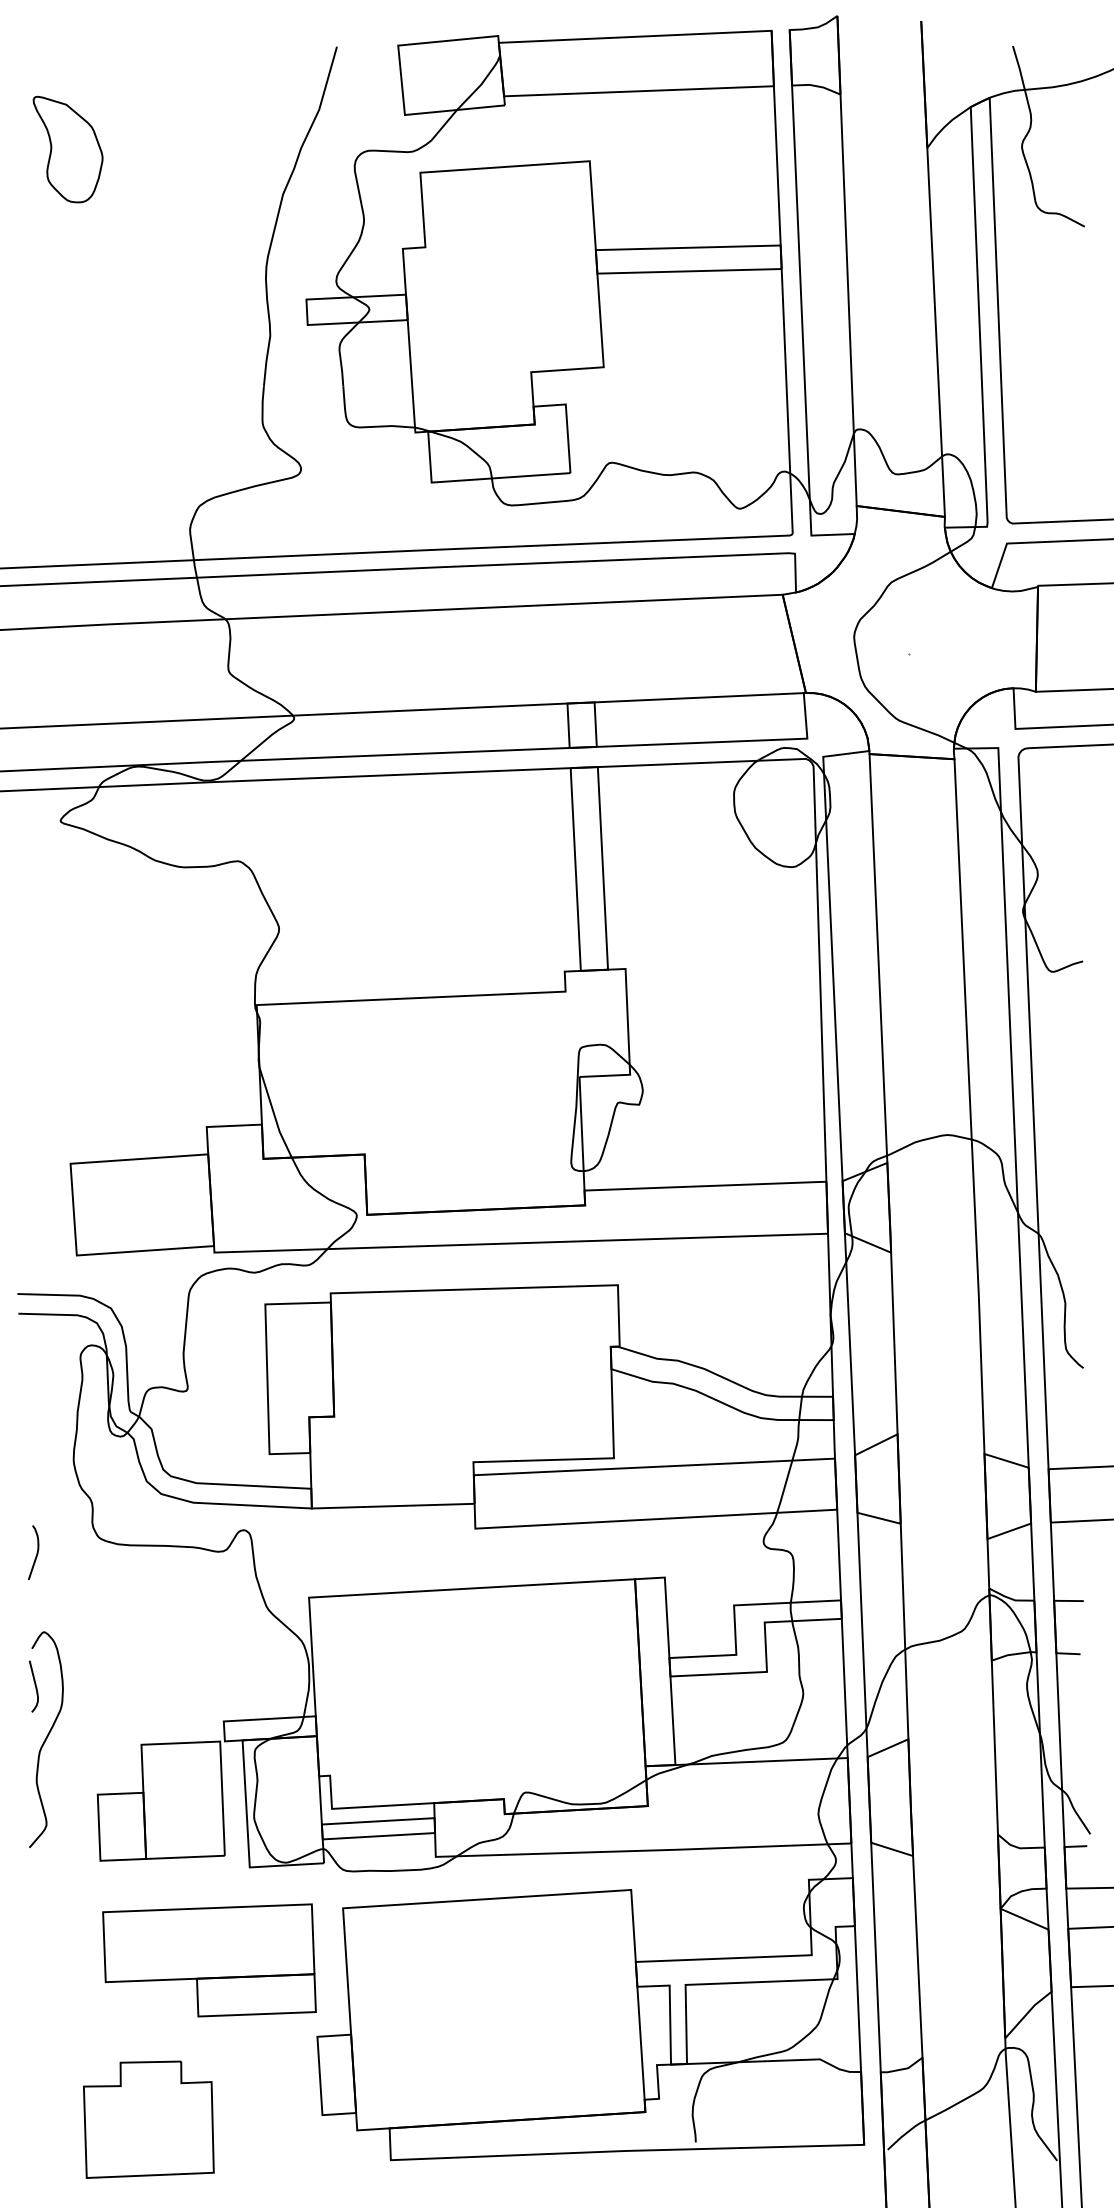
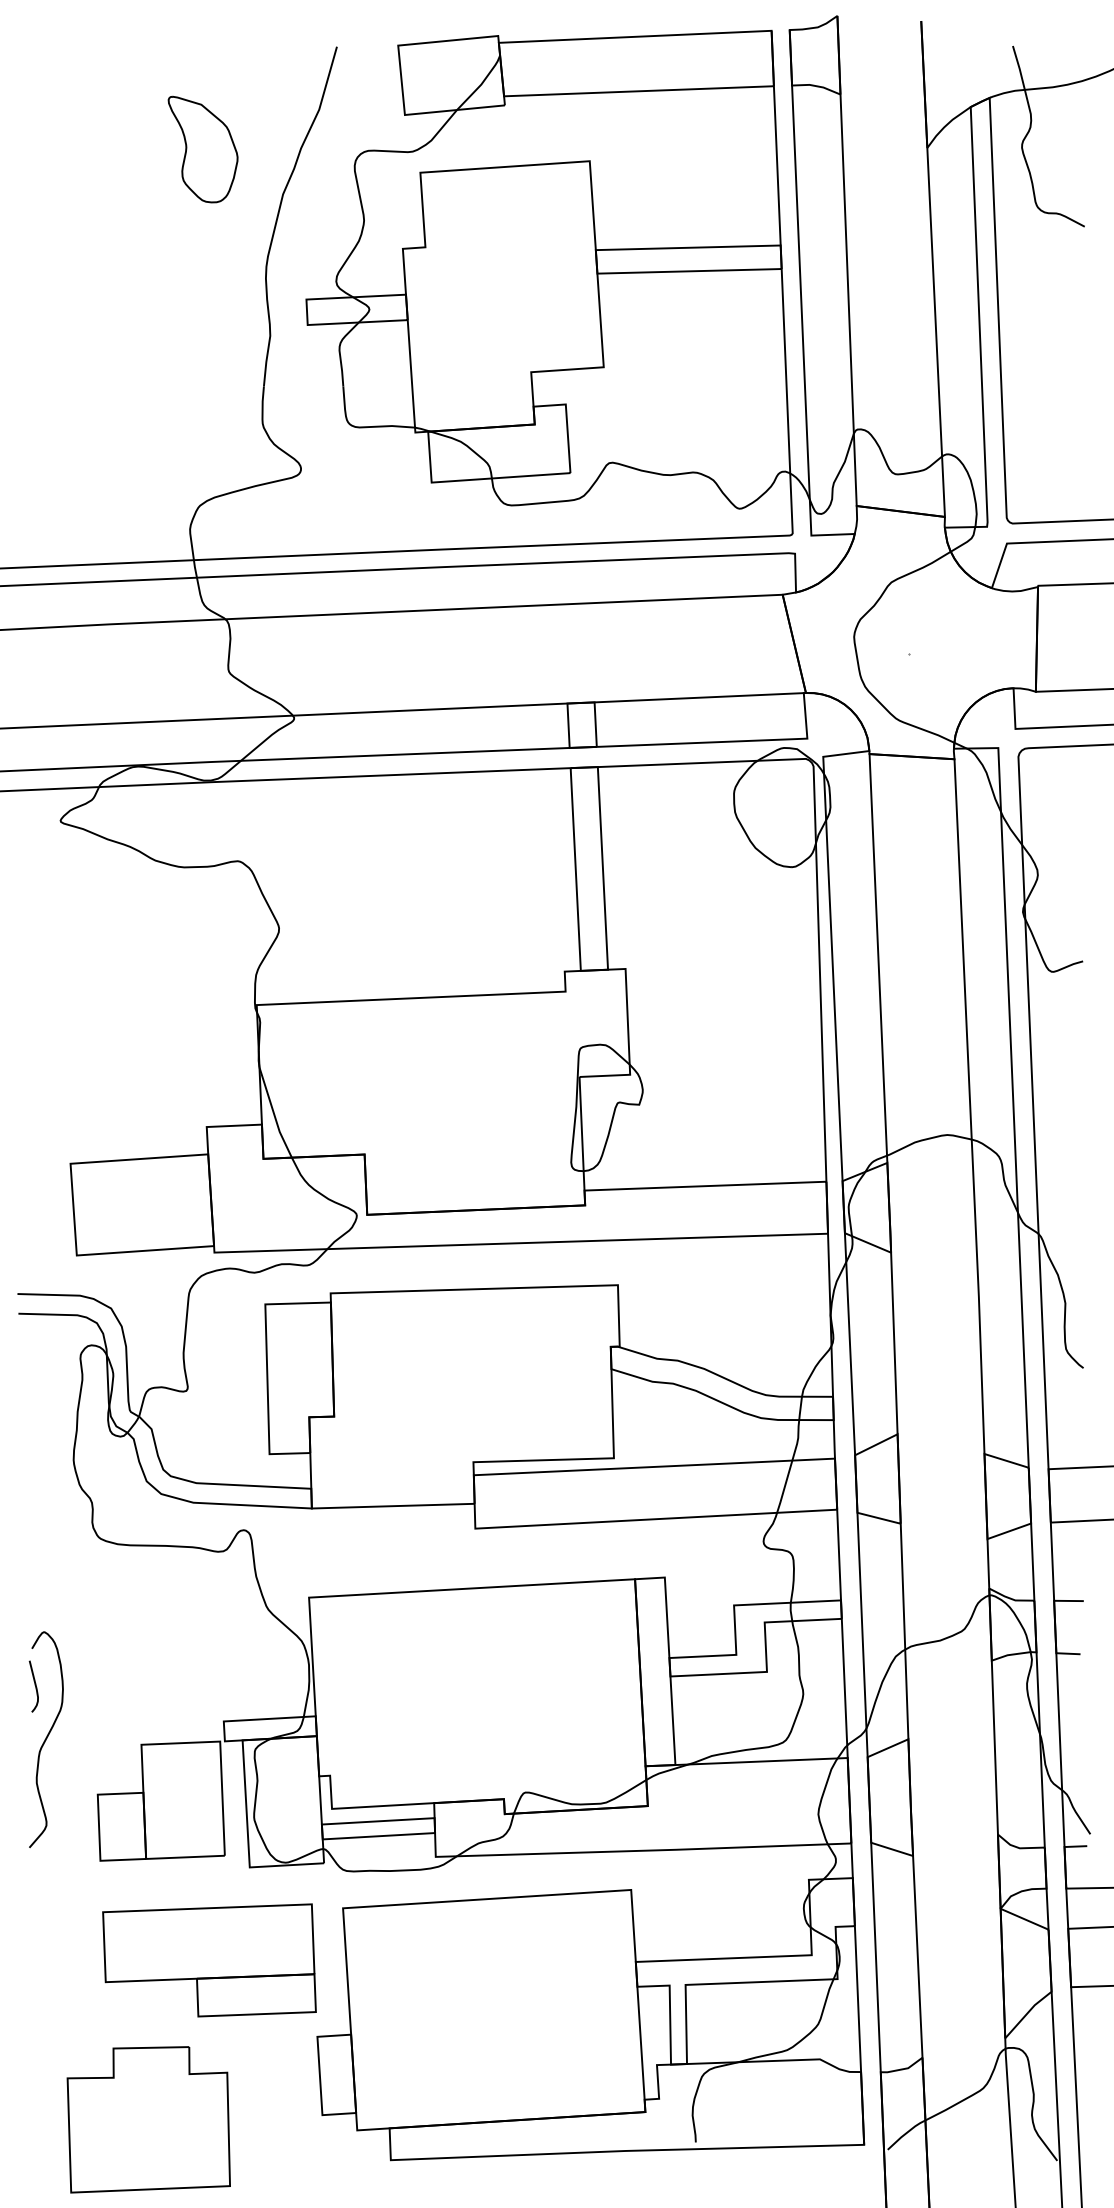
part at (67, 149) position: (67, 149) -> (202, 149)
curve at (36, 1552): present -> none
part at (148, 2119) size: 132x119 px -> 165x148 px
